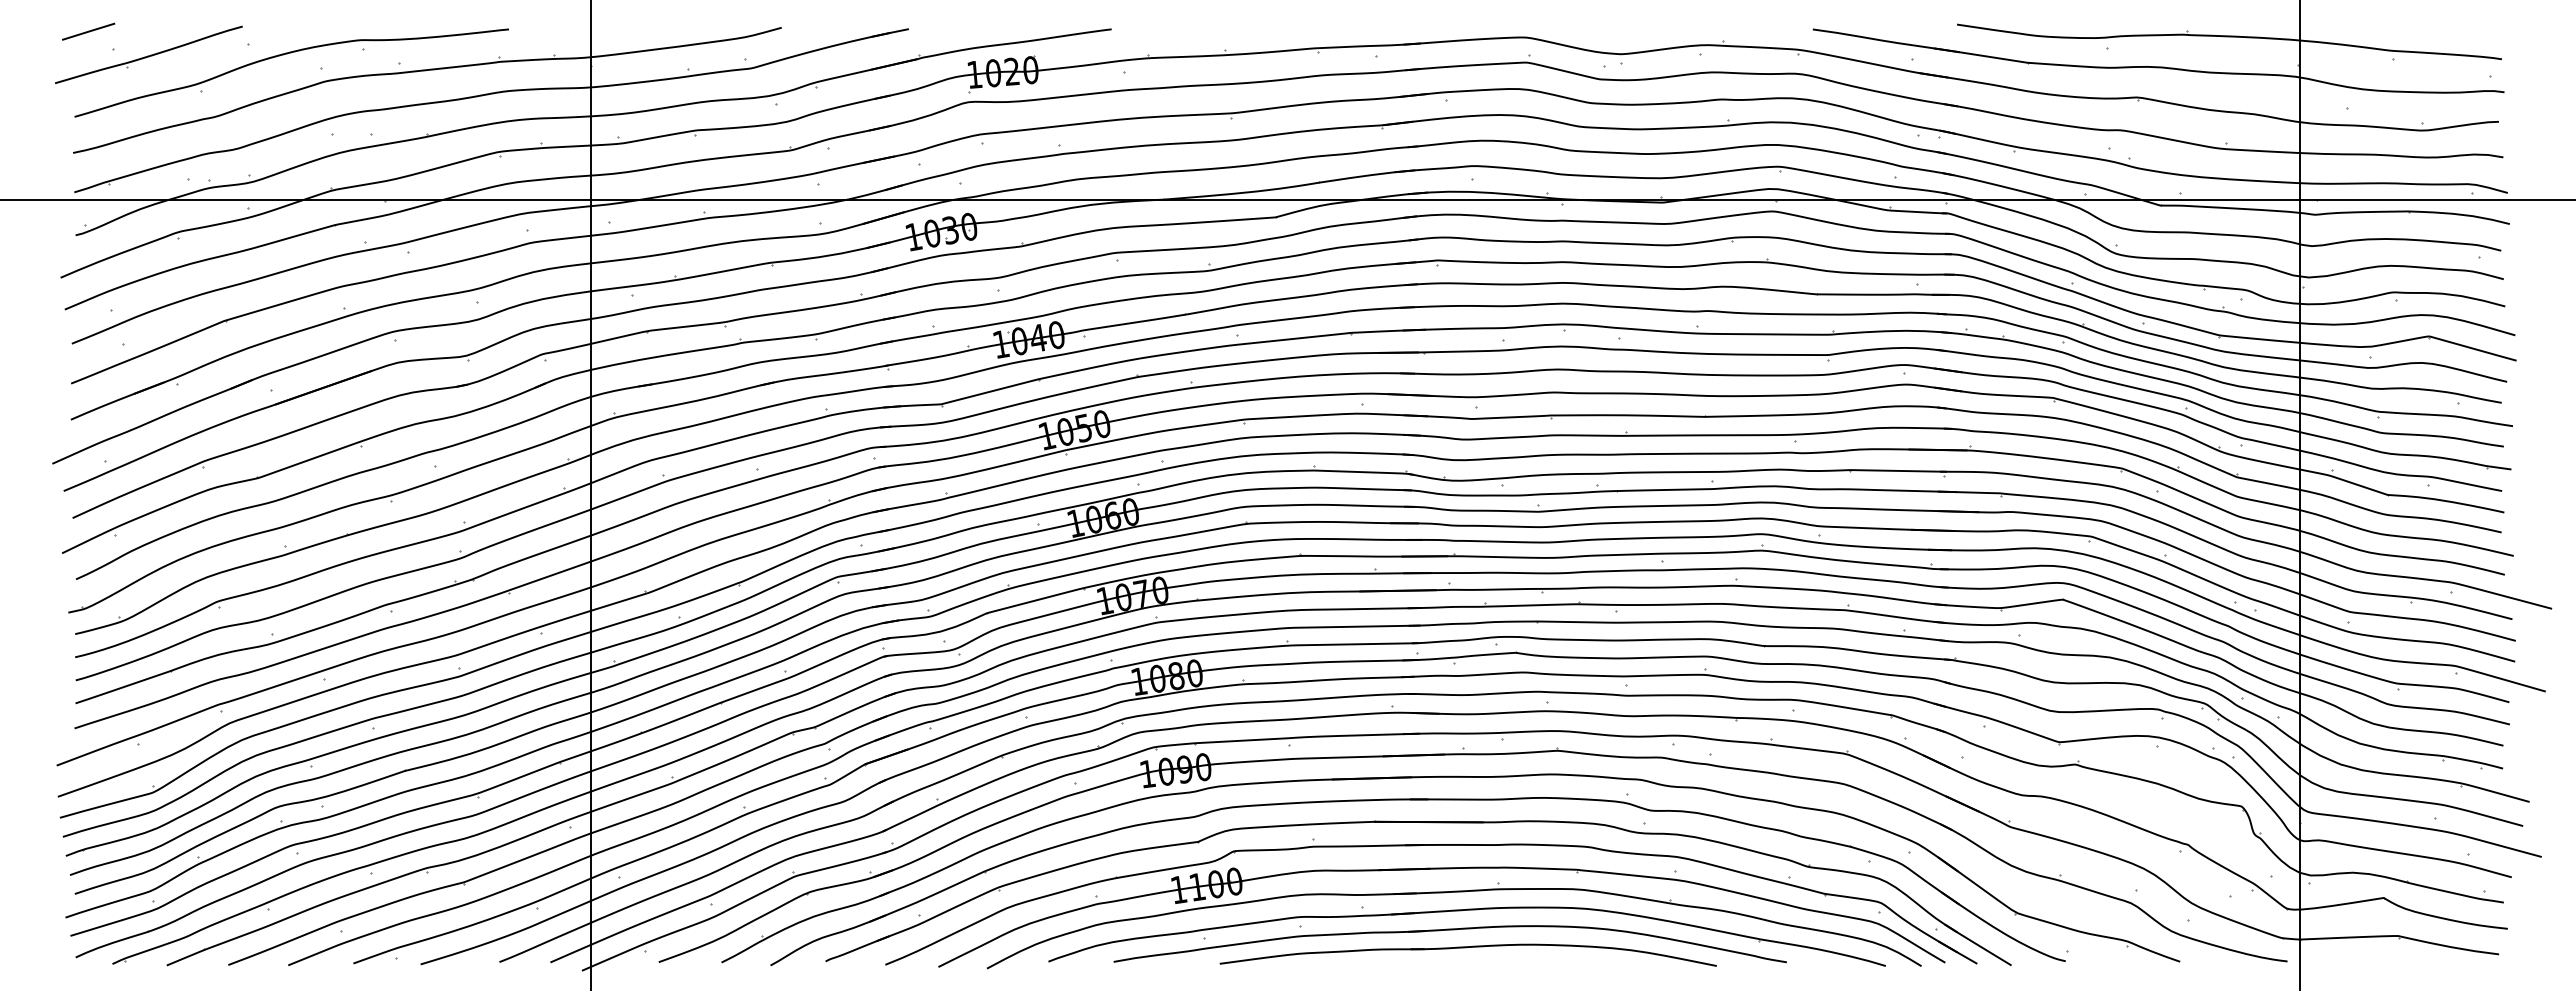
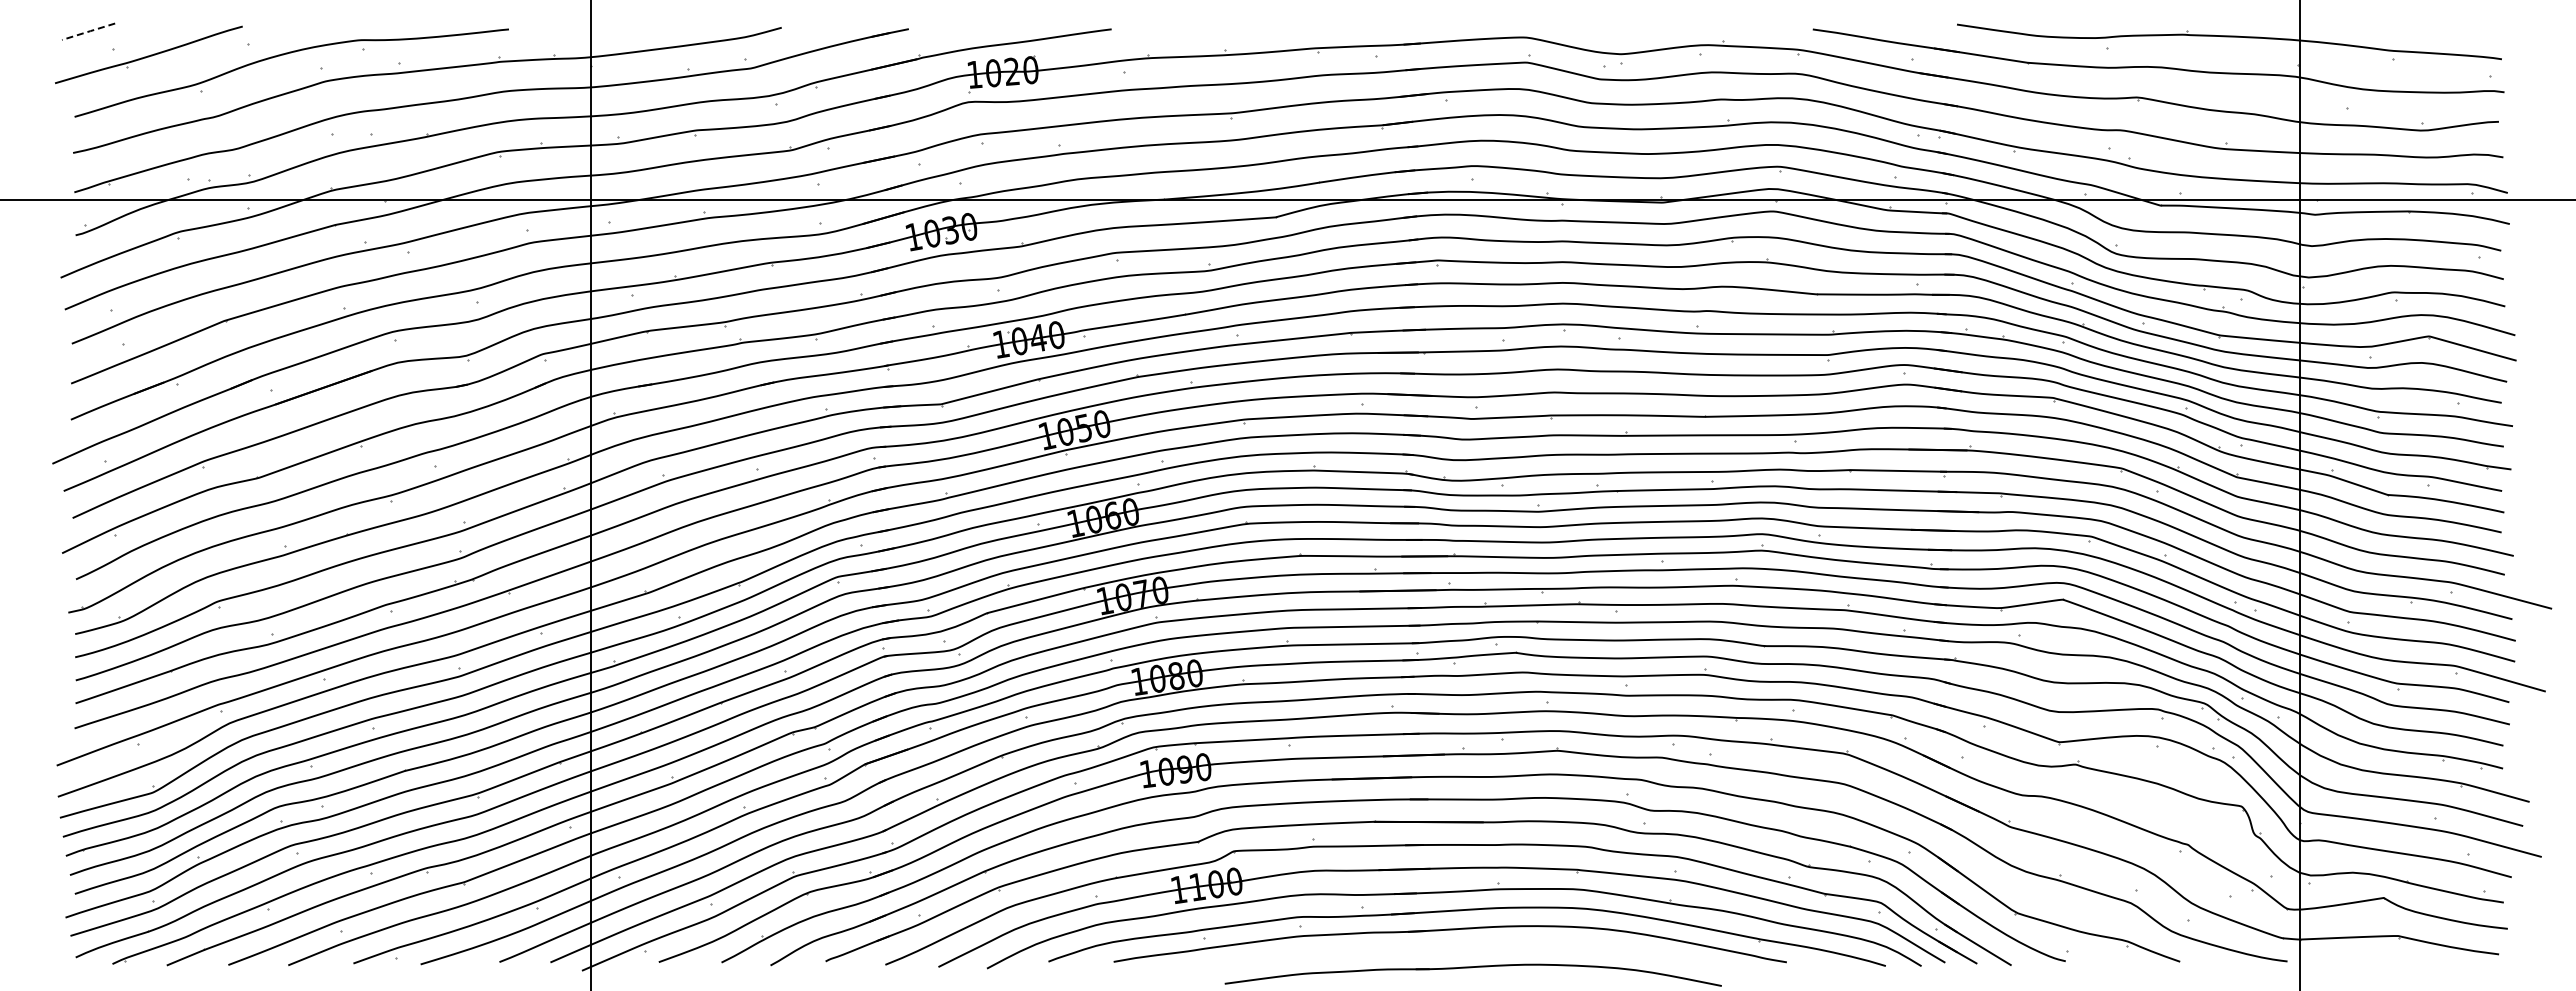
line at (88, 31): solid -> dashed
part at (1466, 948) position: (1466, 948) -> (1471, 968)
